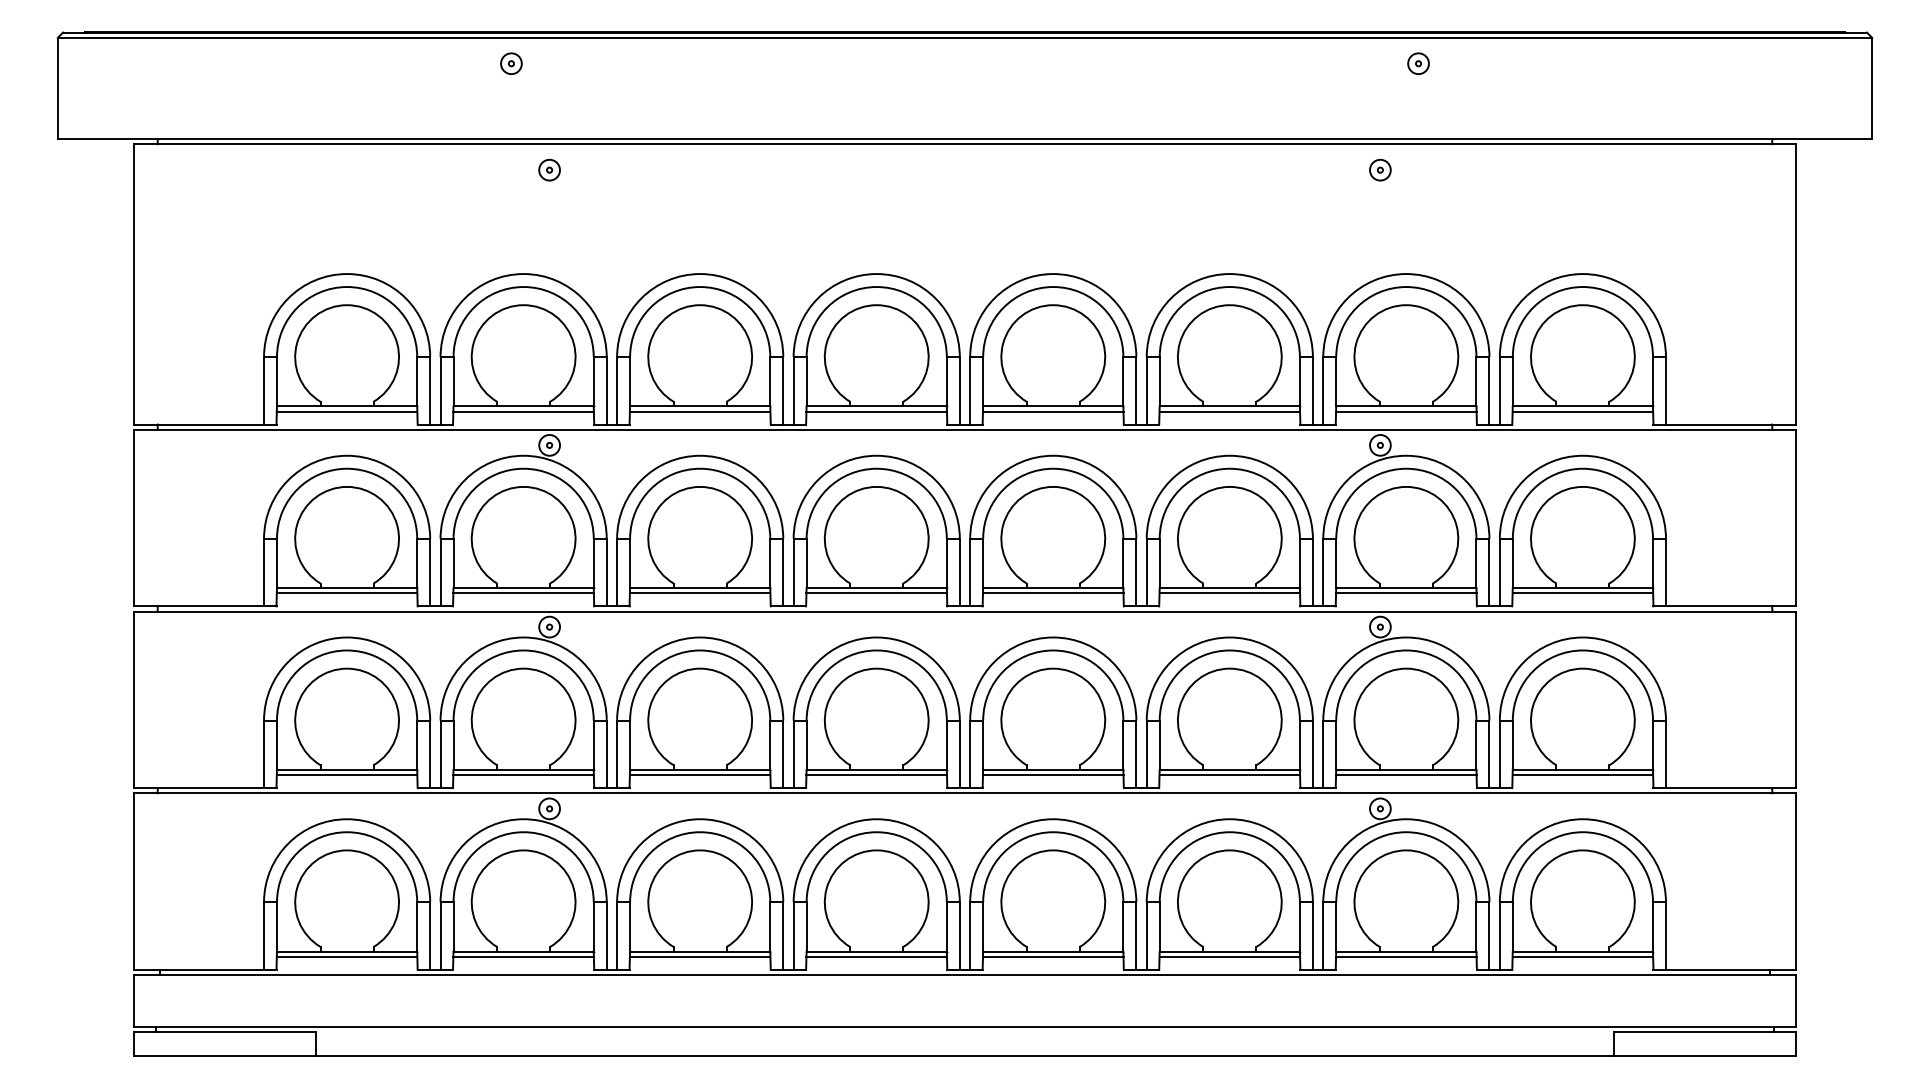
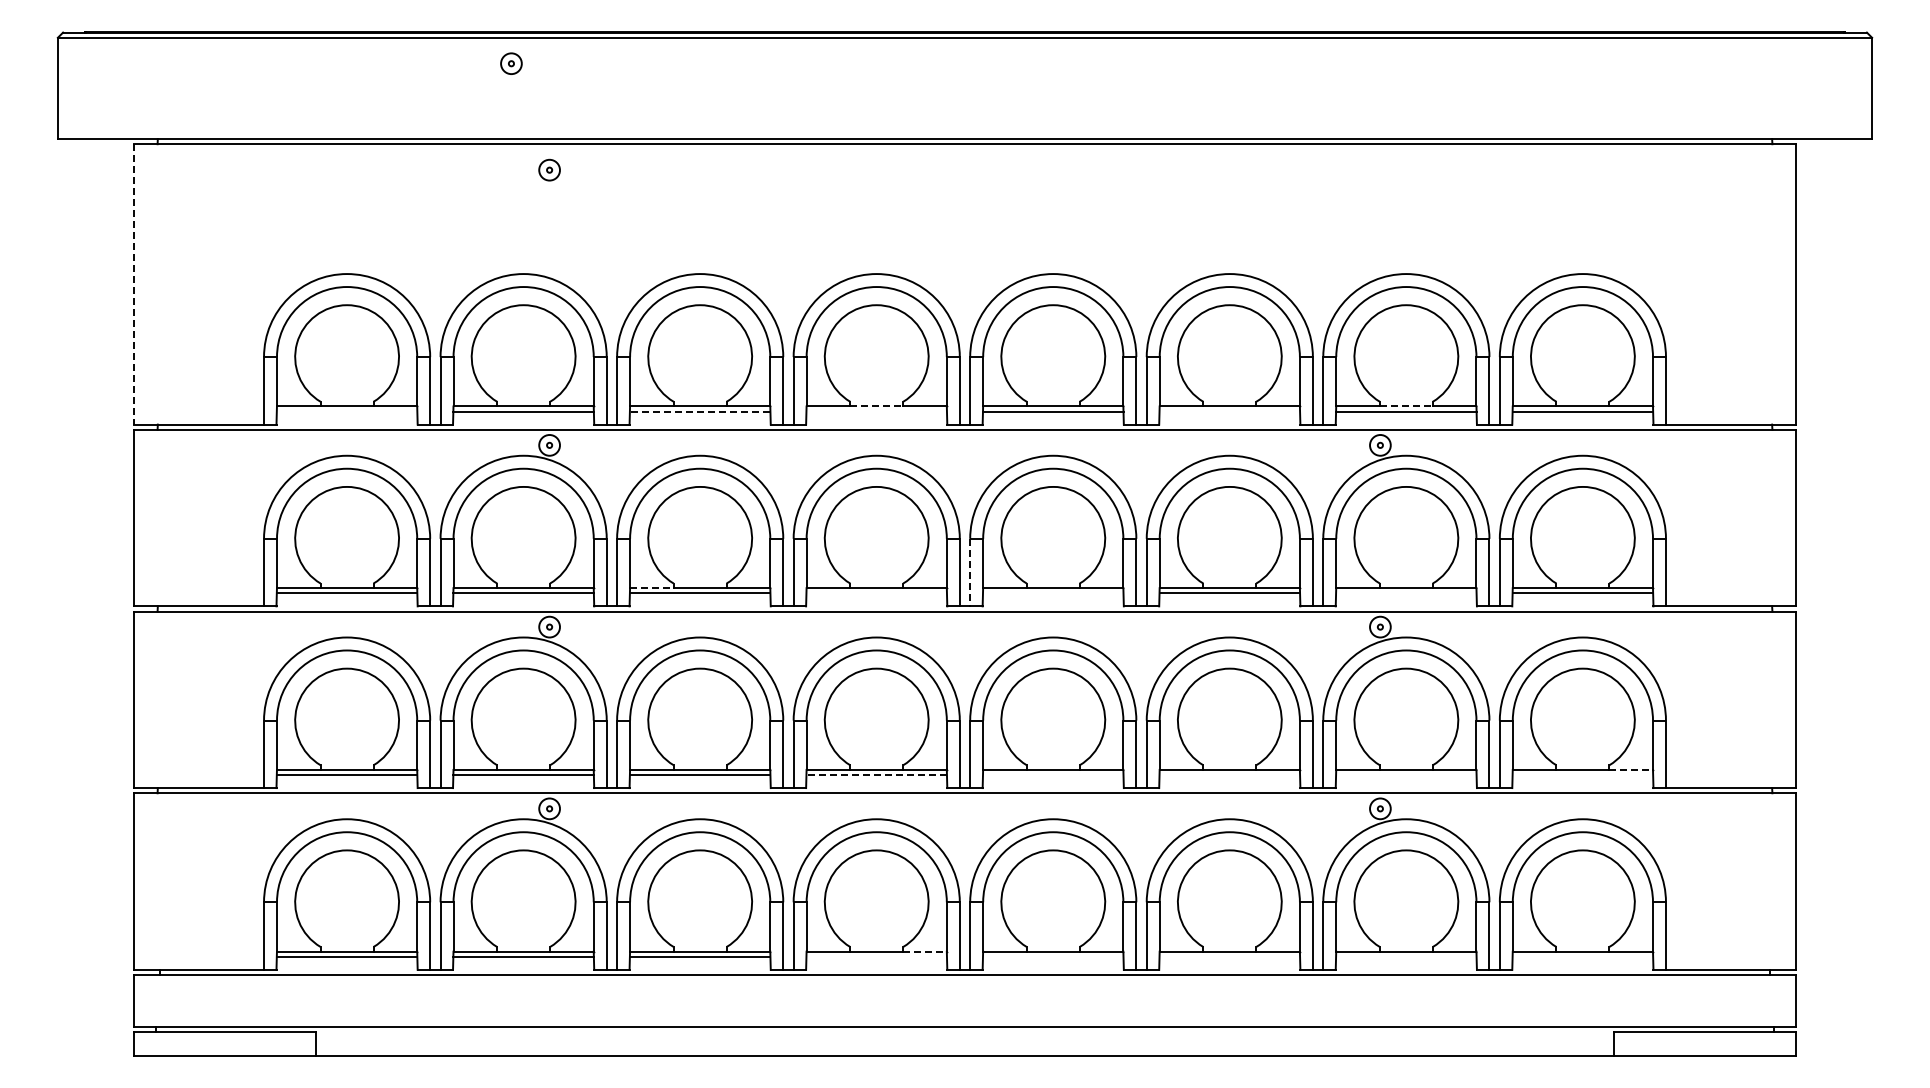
part at (1418, 63): present -> none
part at (1380, 169): present -> none
line at (134, 284): solid -> dashed
line at (877, 406): solid -> dashed
line at (1406, 406): solid -> dashed
line at (346, 411): present -> none
line at (699, 411): solid -> dashed
line at (876, 411): present -> none
line at (1229, 411): present -> none
line at (970, 572): solid -> dashed
line at (651, 588): solid -> dashed
line at (876, 593): present -> none
line at (1053, 593): present -> none
line at (1406, 593): present -> none
line at (1631, 769): solid -> dashed
line at (876, 775): solid -> dashed
line at (1053, 775): present -> none
line at (1229, 775): present -> none
line at (1406, 775): present -> none
line at (1582, 775): present -> none
line at (925, 951): solid -> dashed
line at (876, 956): present -> none
line at (1053, 956): present -> none
line at (1229, 956): present -> none
line at (1406, 956): present -> none
line at (1582, 956): present -> none
